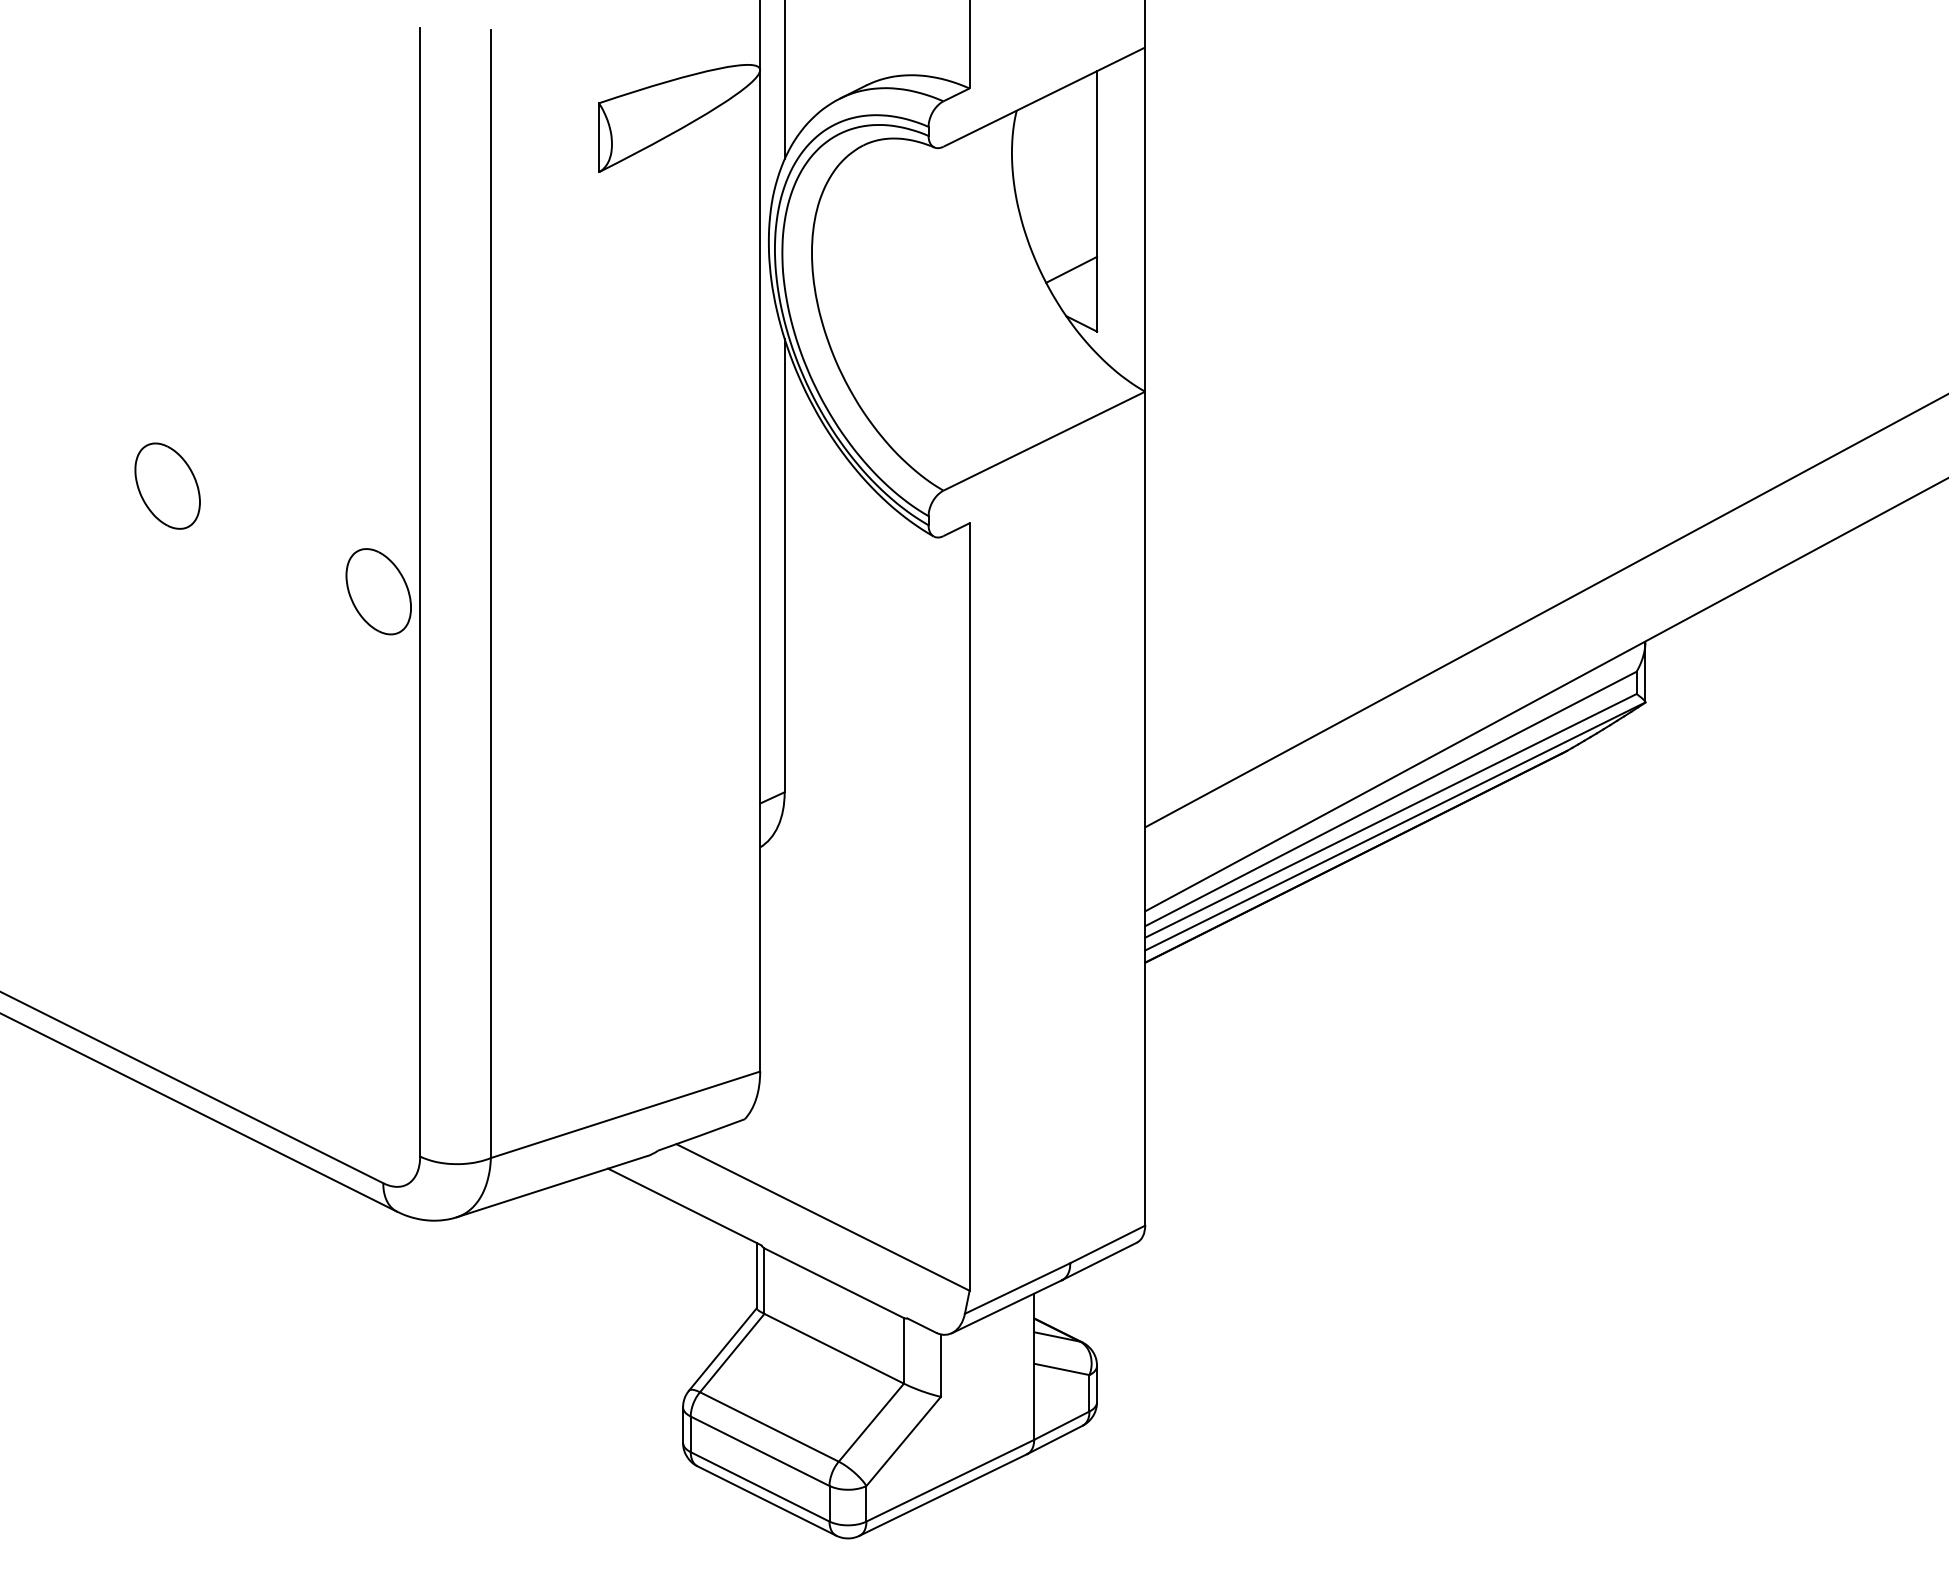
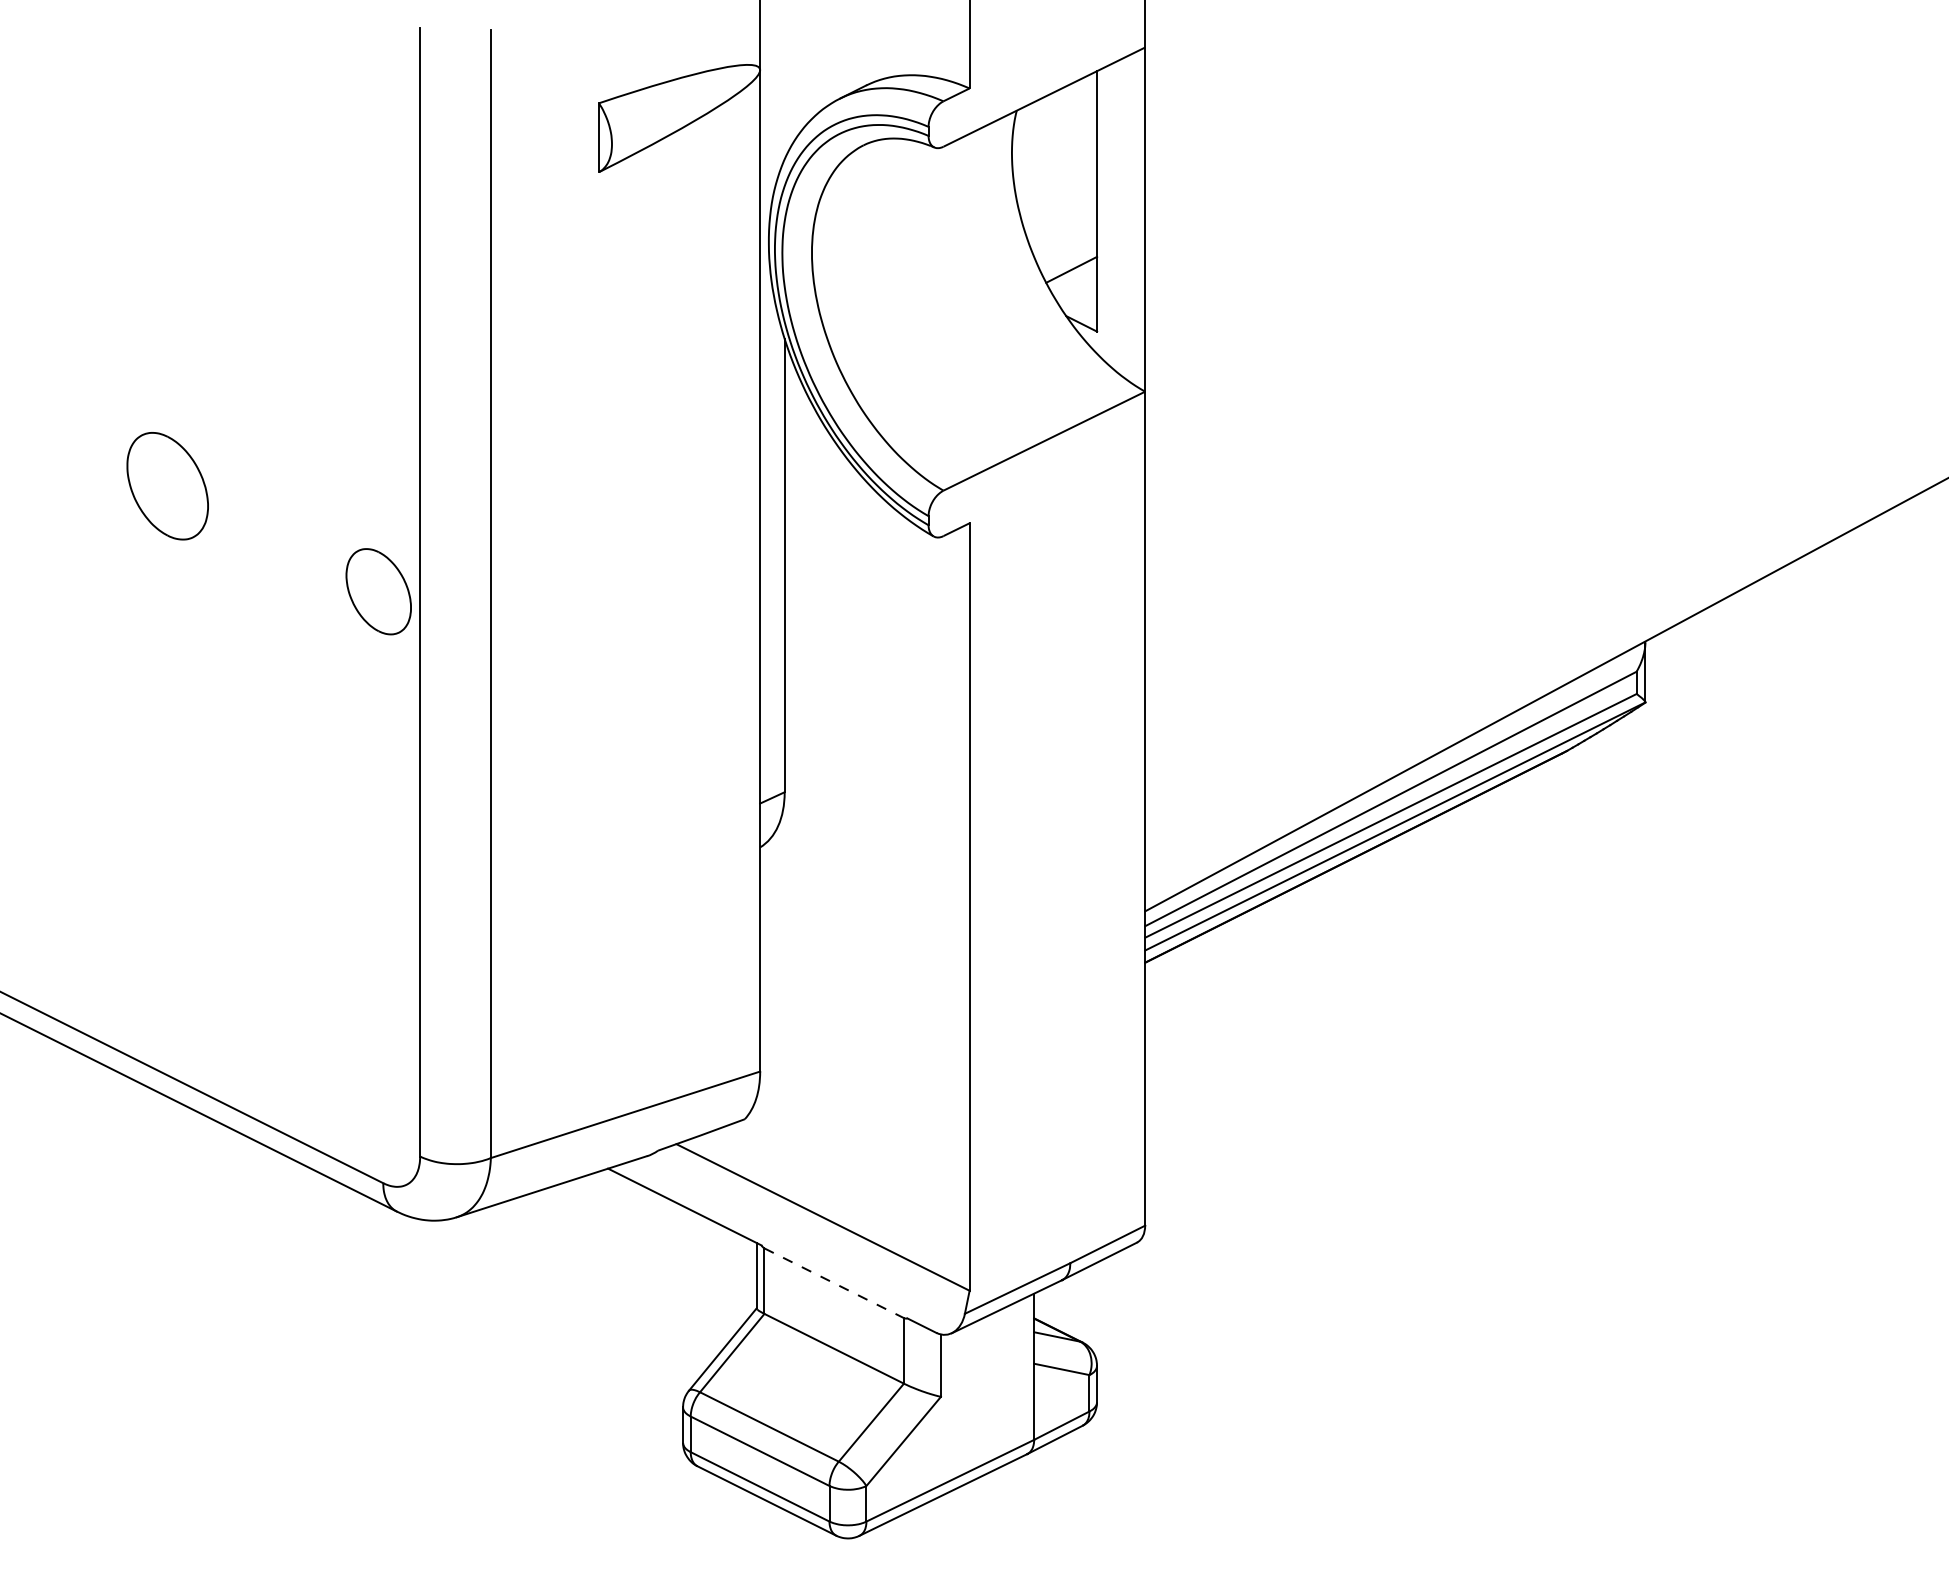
line at (784, 80): present -> none
part at (167, 485) size: 67x88 px -> 83x109 px
line at (1545, 611): present -> none
line at (834, 1283): solid -> dashed
